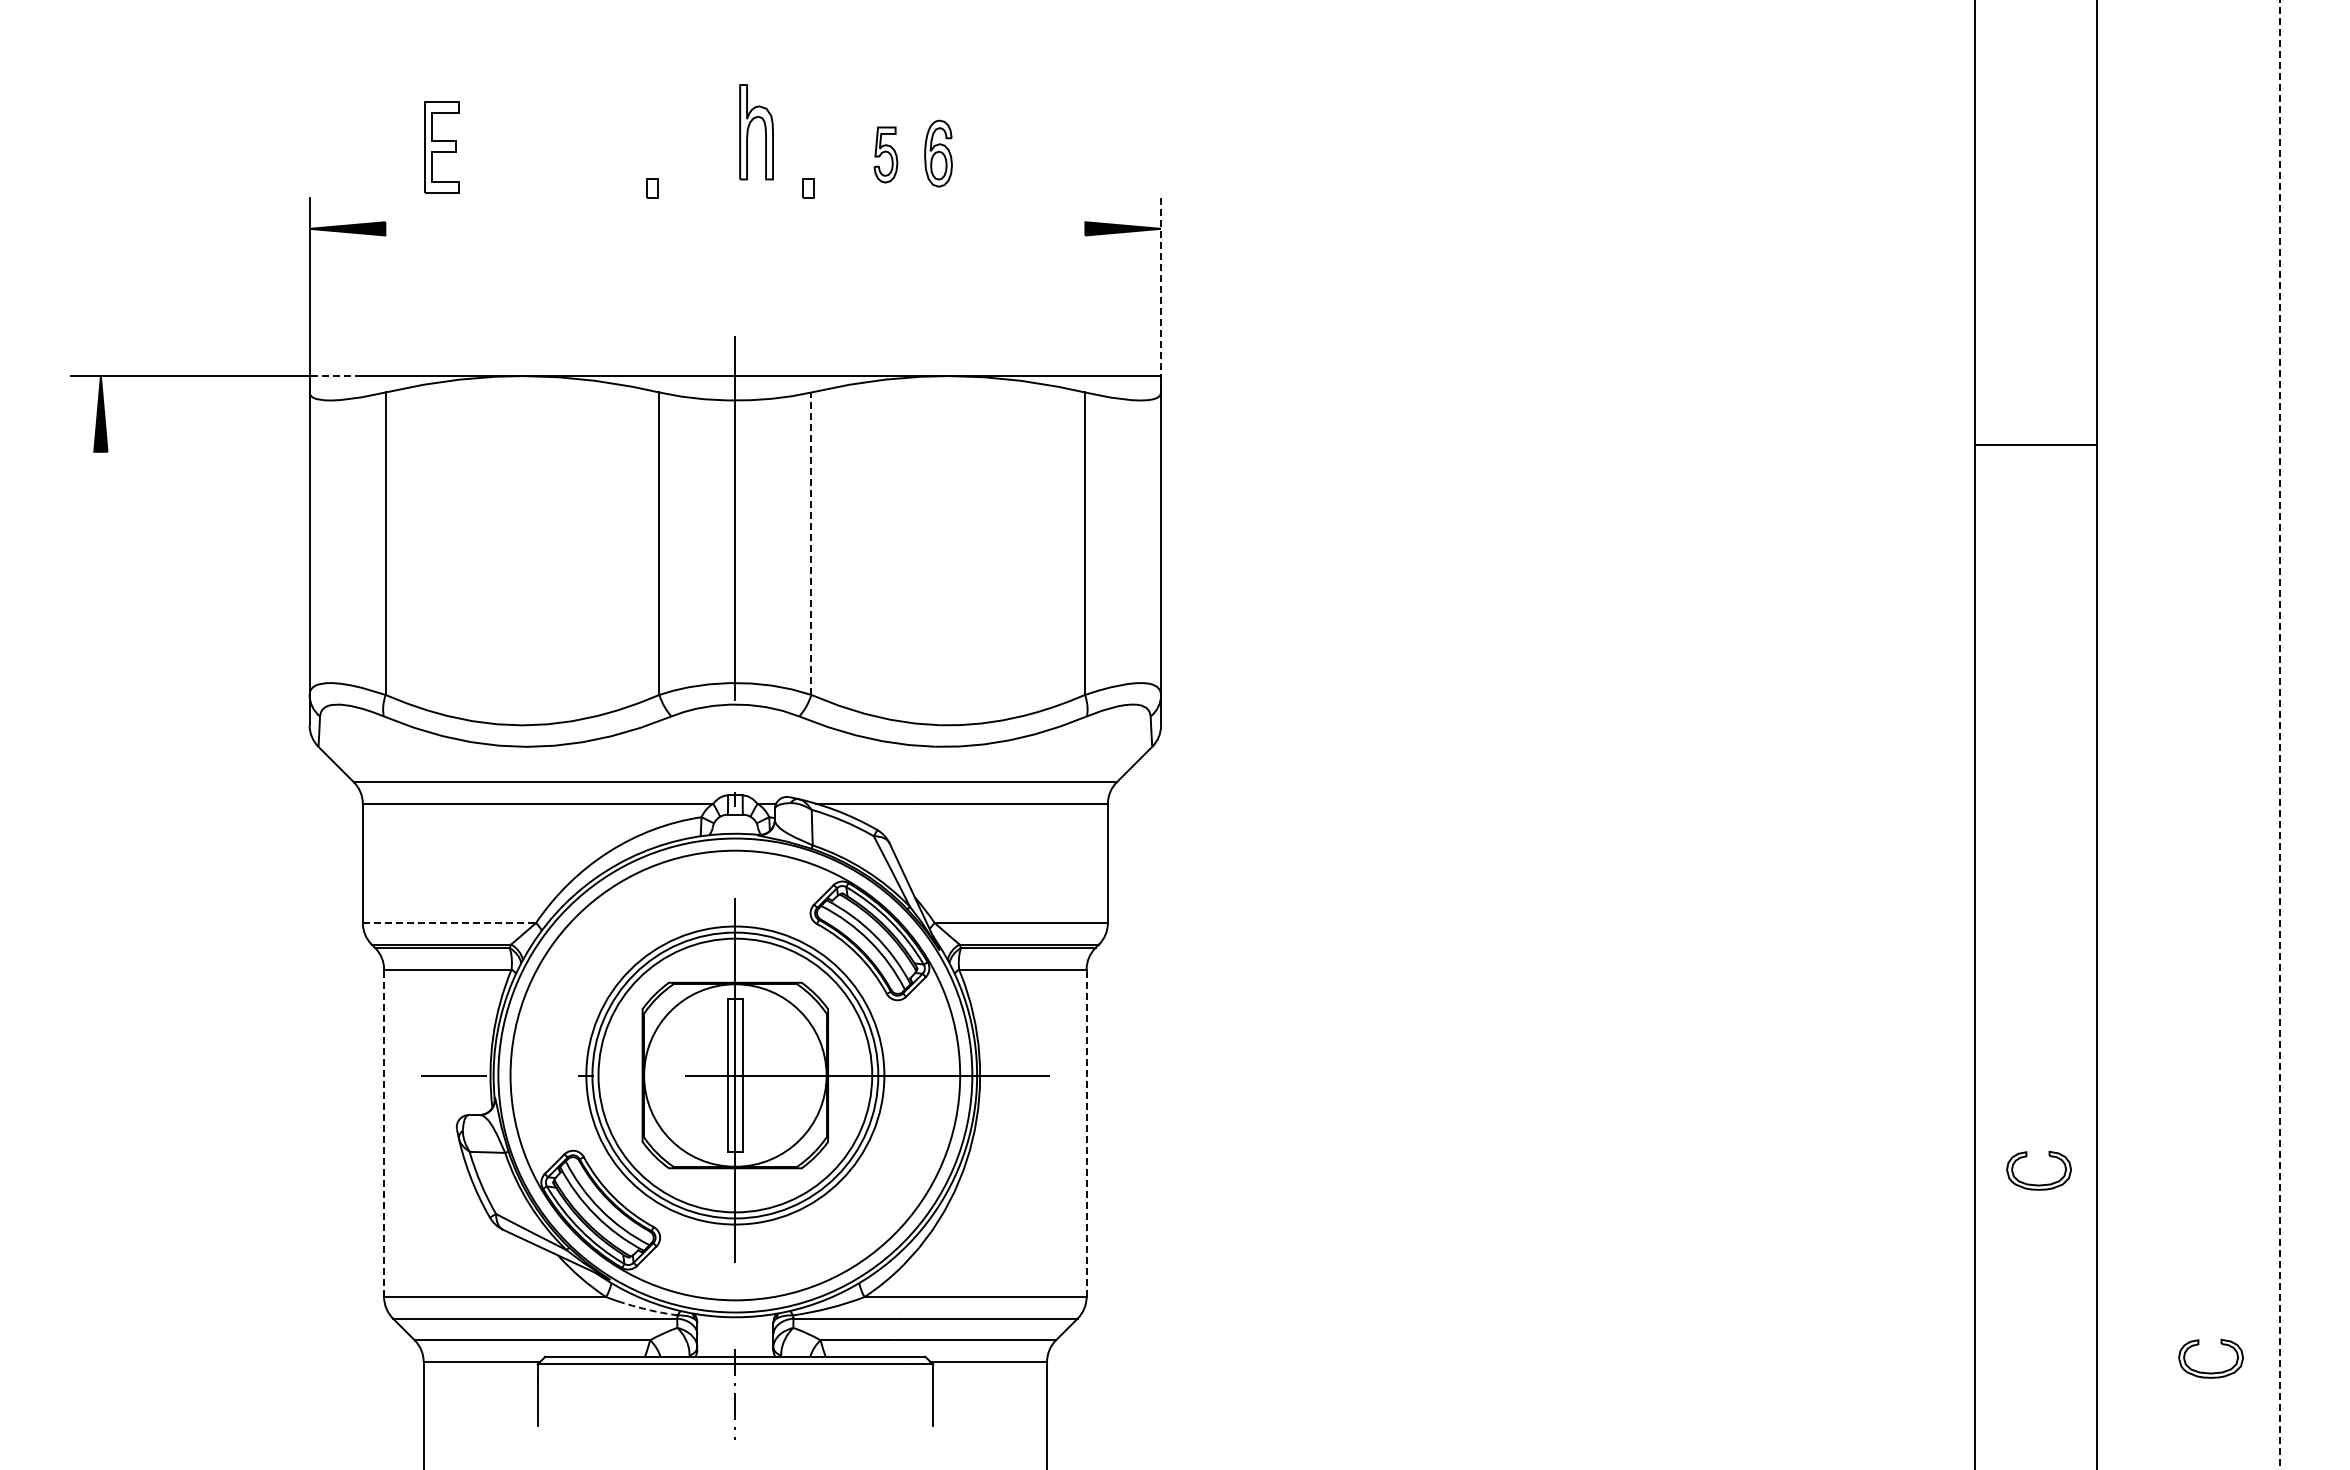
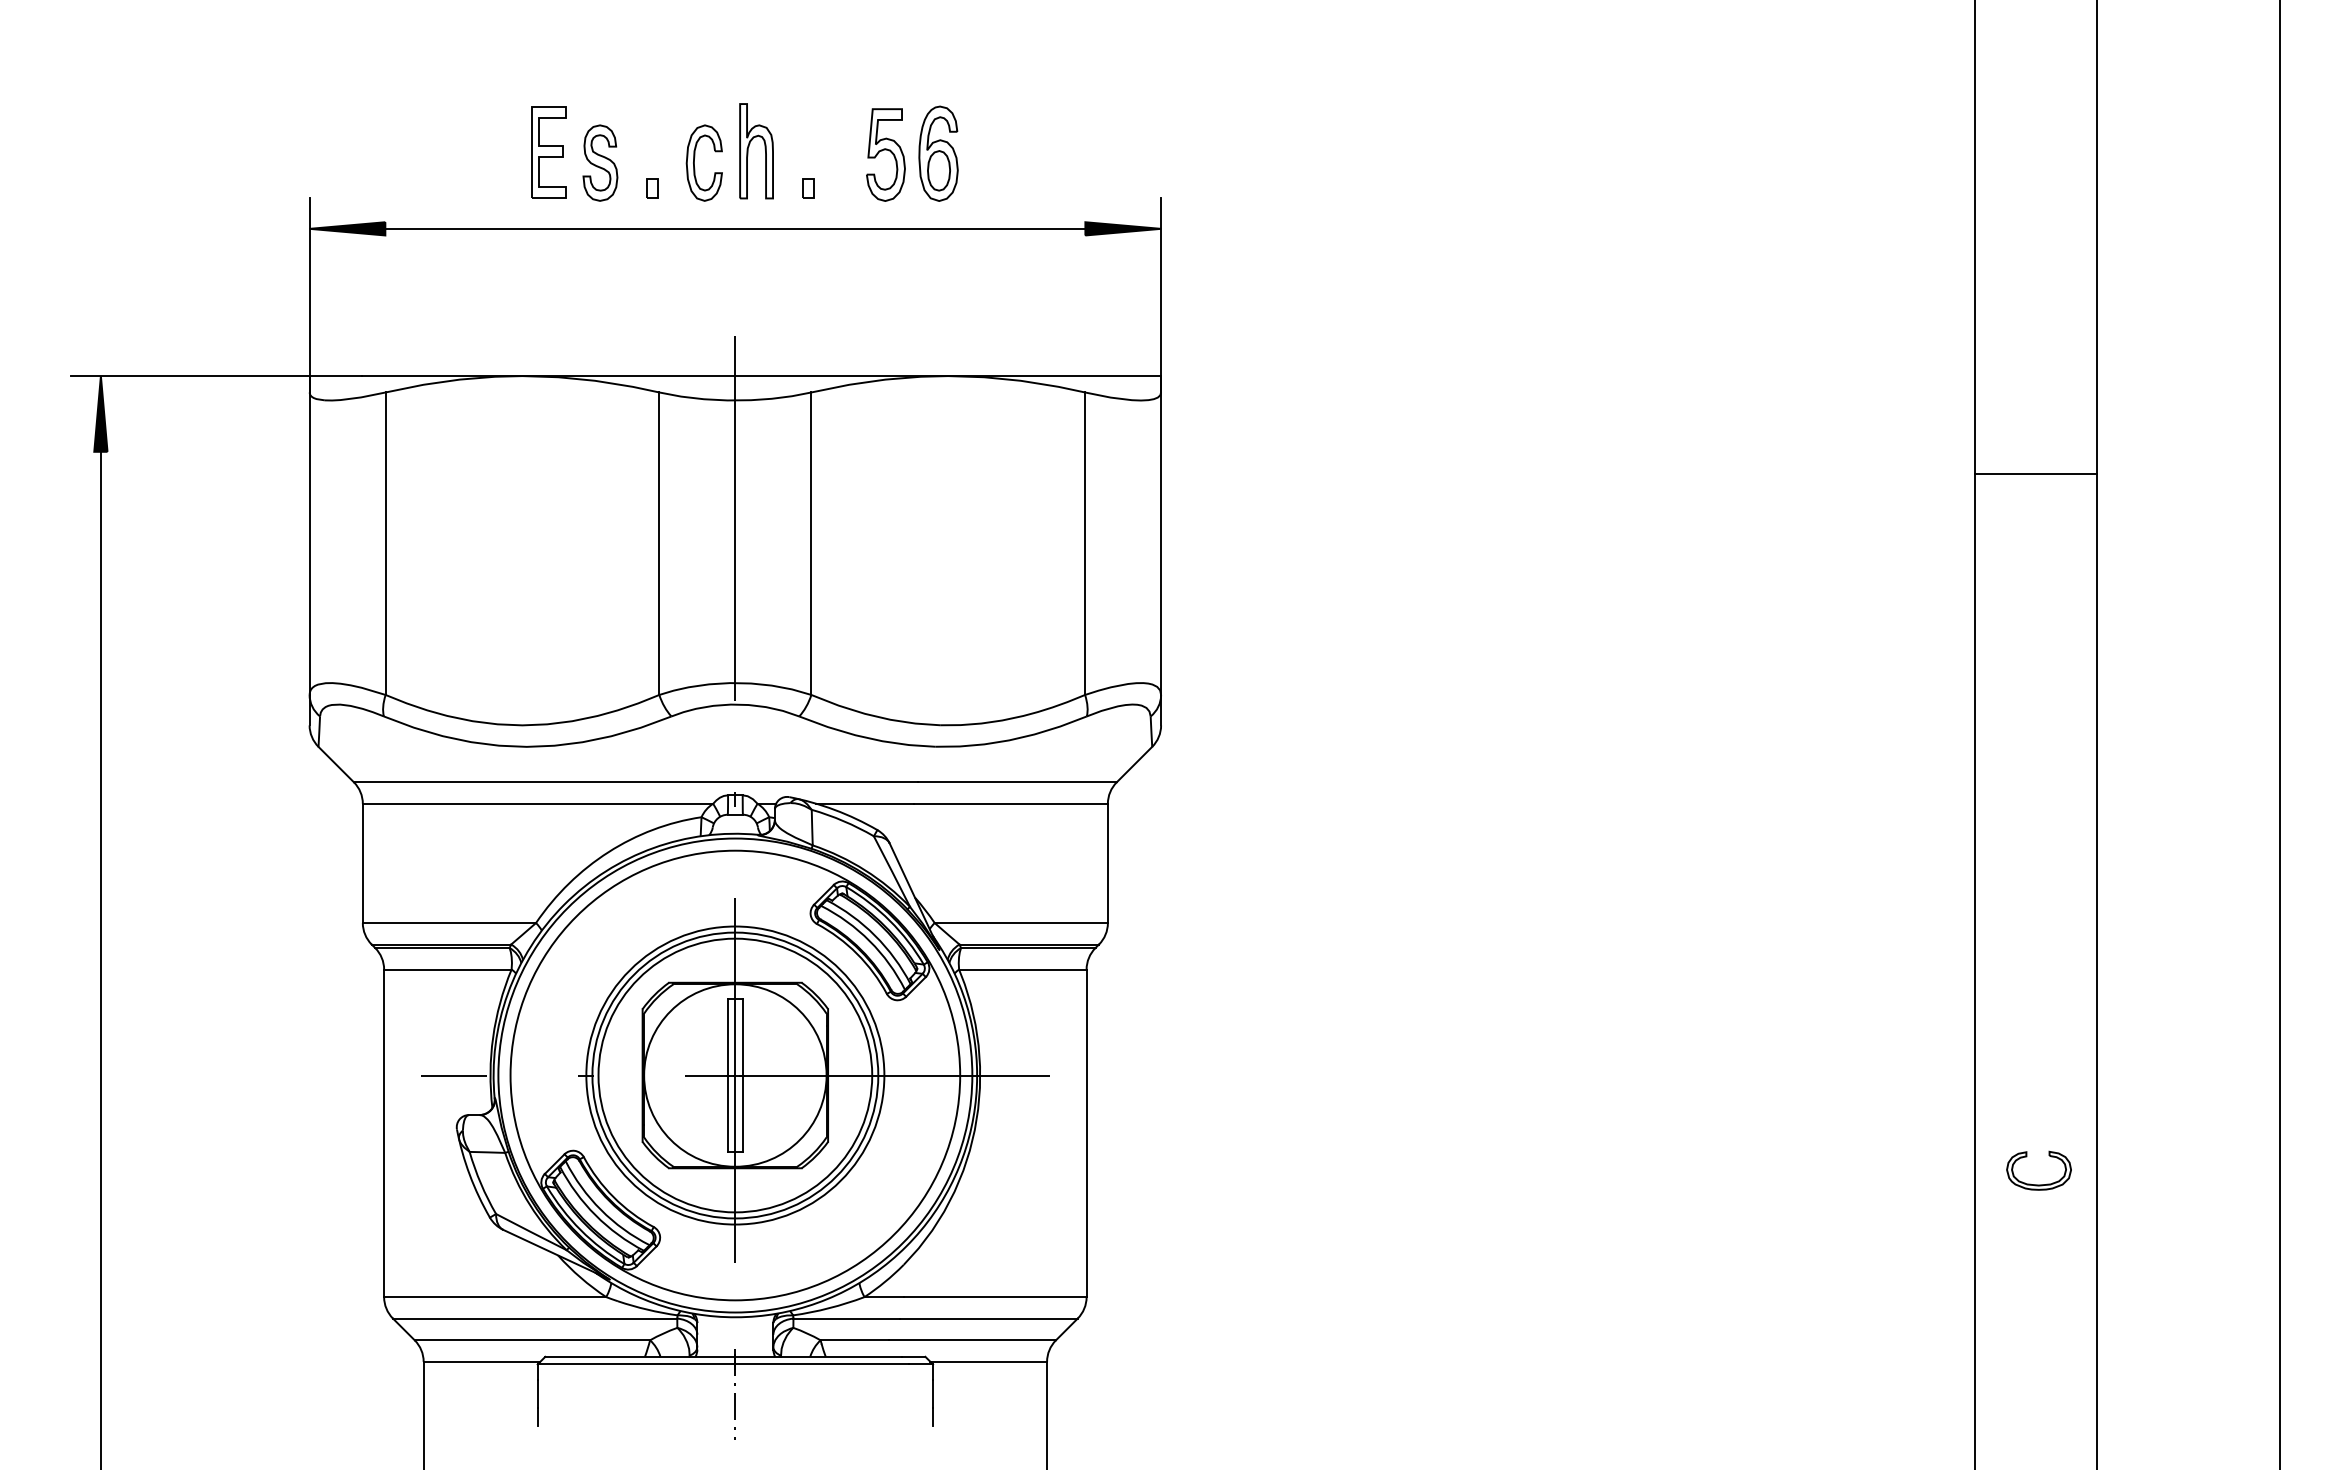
part at (748, 132) position: (748, 132) -> (748, 151)
part at (441, 147) position: (441, 147) -> (548, 152)
part at (938, 153) size: 29x69 px -> 41x97 px
part at (885, 154) size: 26x58 px -> 40x94 px
part at (600, 162): none -> present
part at (694, 162): none -> present
line at (735, 228): none -> present
line at (1161, 294): dashed -> solid
line at (335, 376): dashed -> solid
line at (2036, 444) position: (2036, 444) -> (2036, 473)
line at (811, 543): dashed -> solid
line at (2279, 734): dashed -> solid
line at (449, 923): dashed -> solid
line at (100, 958): none -> present
line at (384, 1133): dashed -> solid
line at (1086, 1133): dashed -> solid
arc at (647, 1309): dashed -> solid
part at (2210, 1372): present -> none
